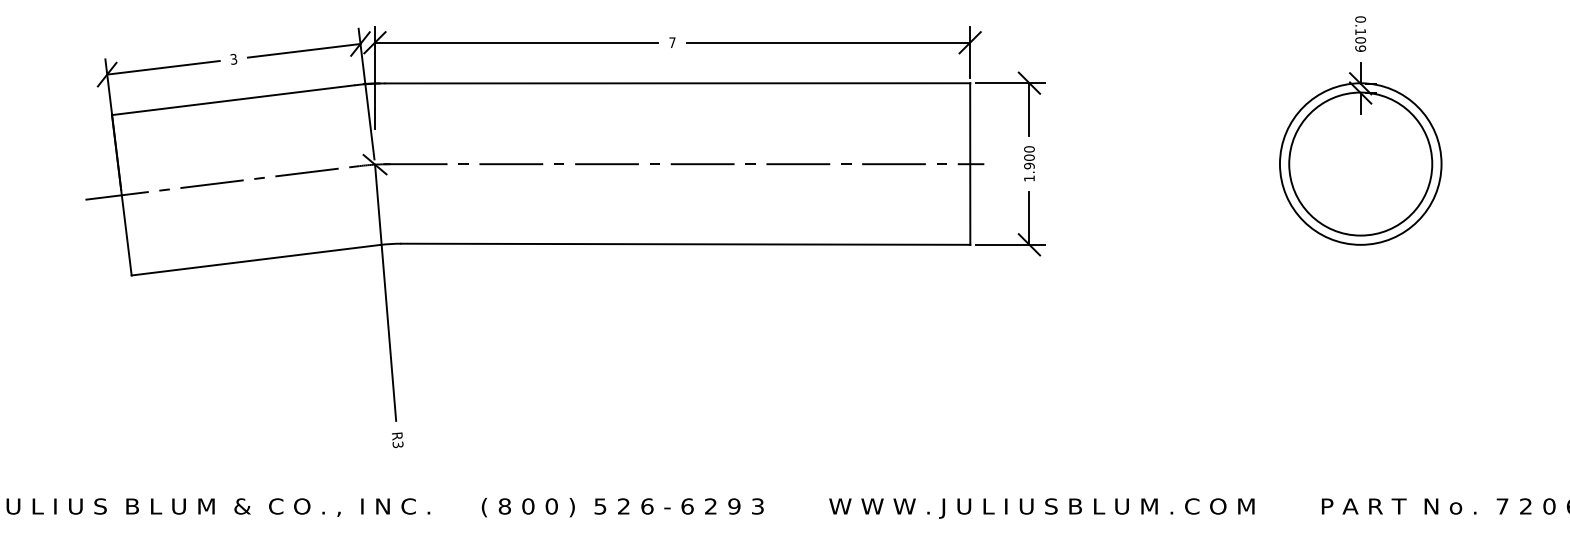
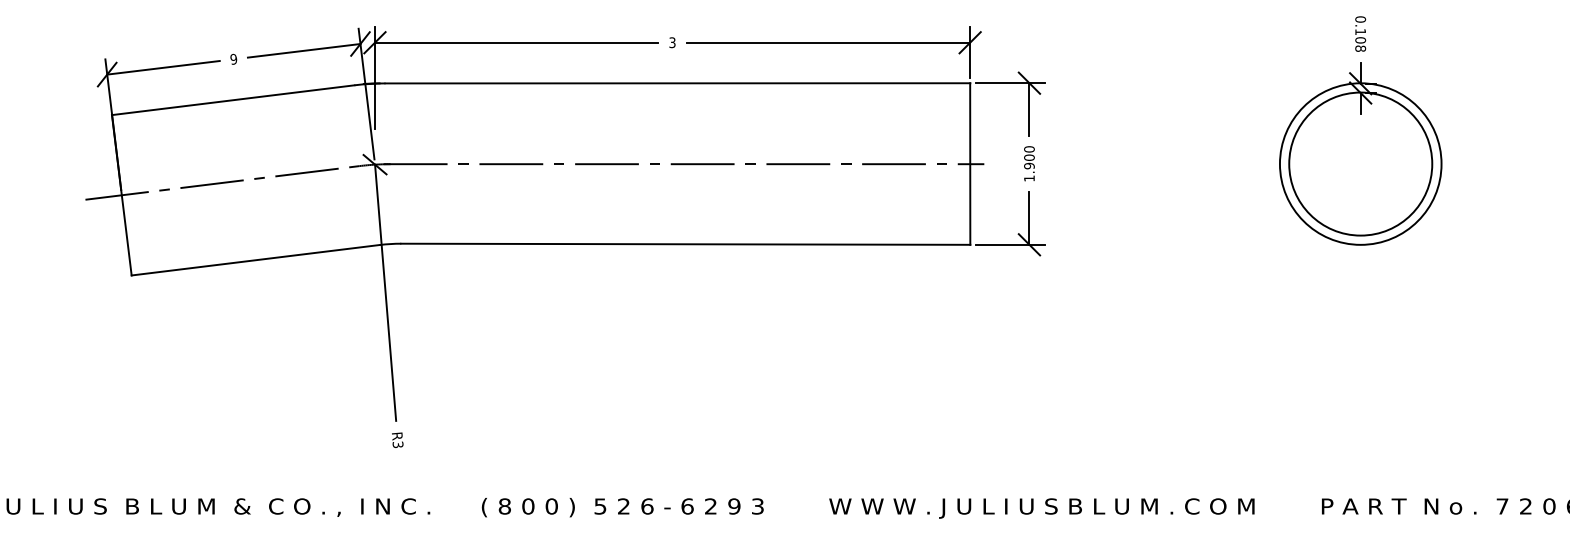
text at (672, 42): 7 -> 3
text at (1360, 48): 0.109 -> 0.108
text at (233, 59): 3 -> 9
